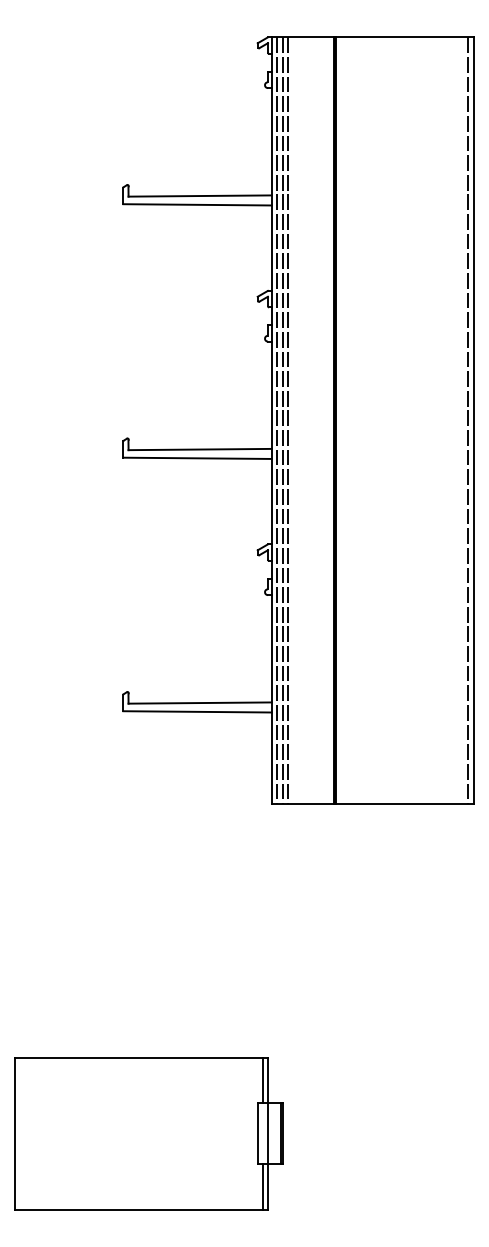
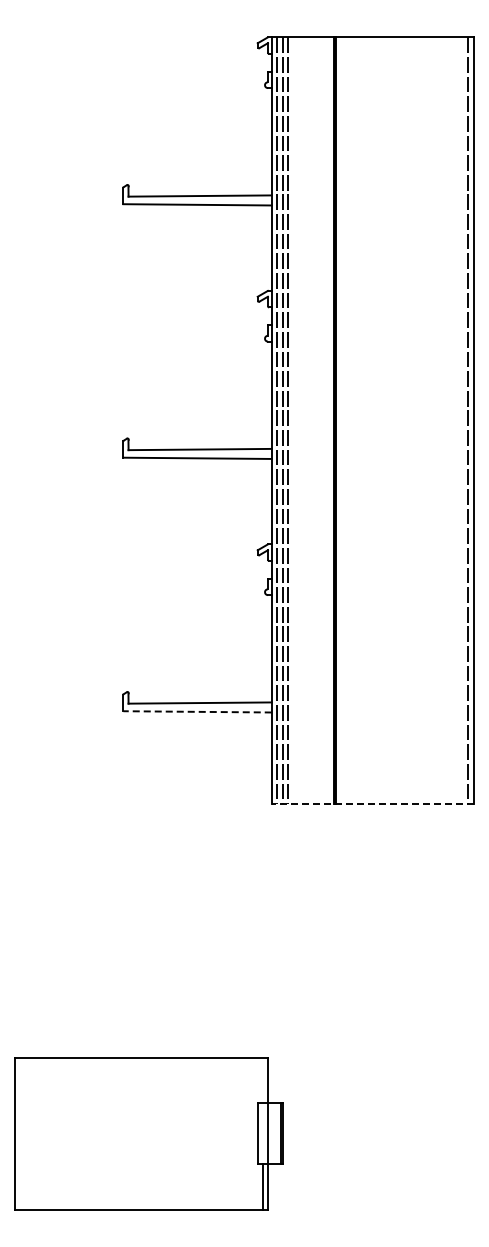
line at (197, 711): solid -> dashed
line at (372, 804): solid -> dashed
line at (262, 1080): present -> none
